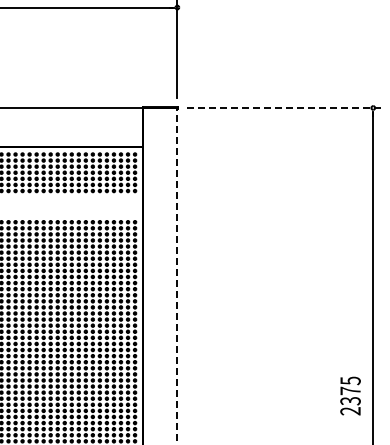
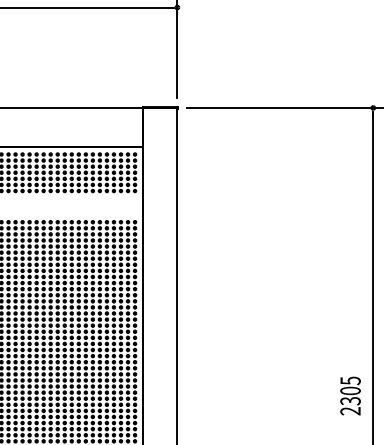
line at (285, 107): dashed -> solid
line at (177, 275): dashed -> solid
text at (350, 390): 2375 -> 2305
